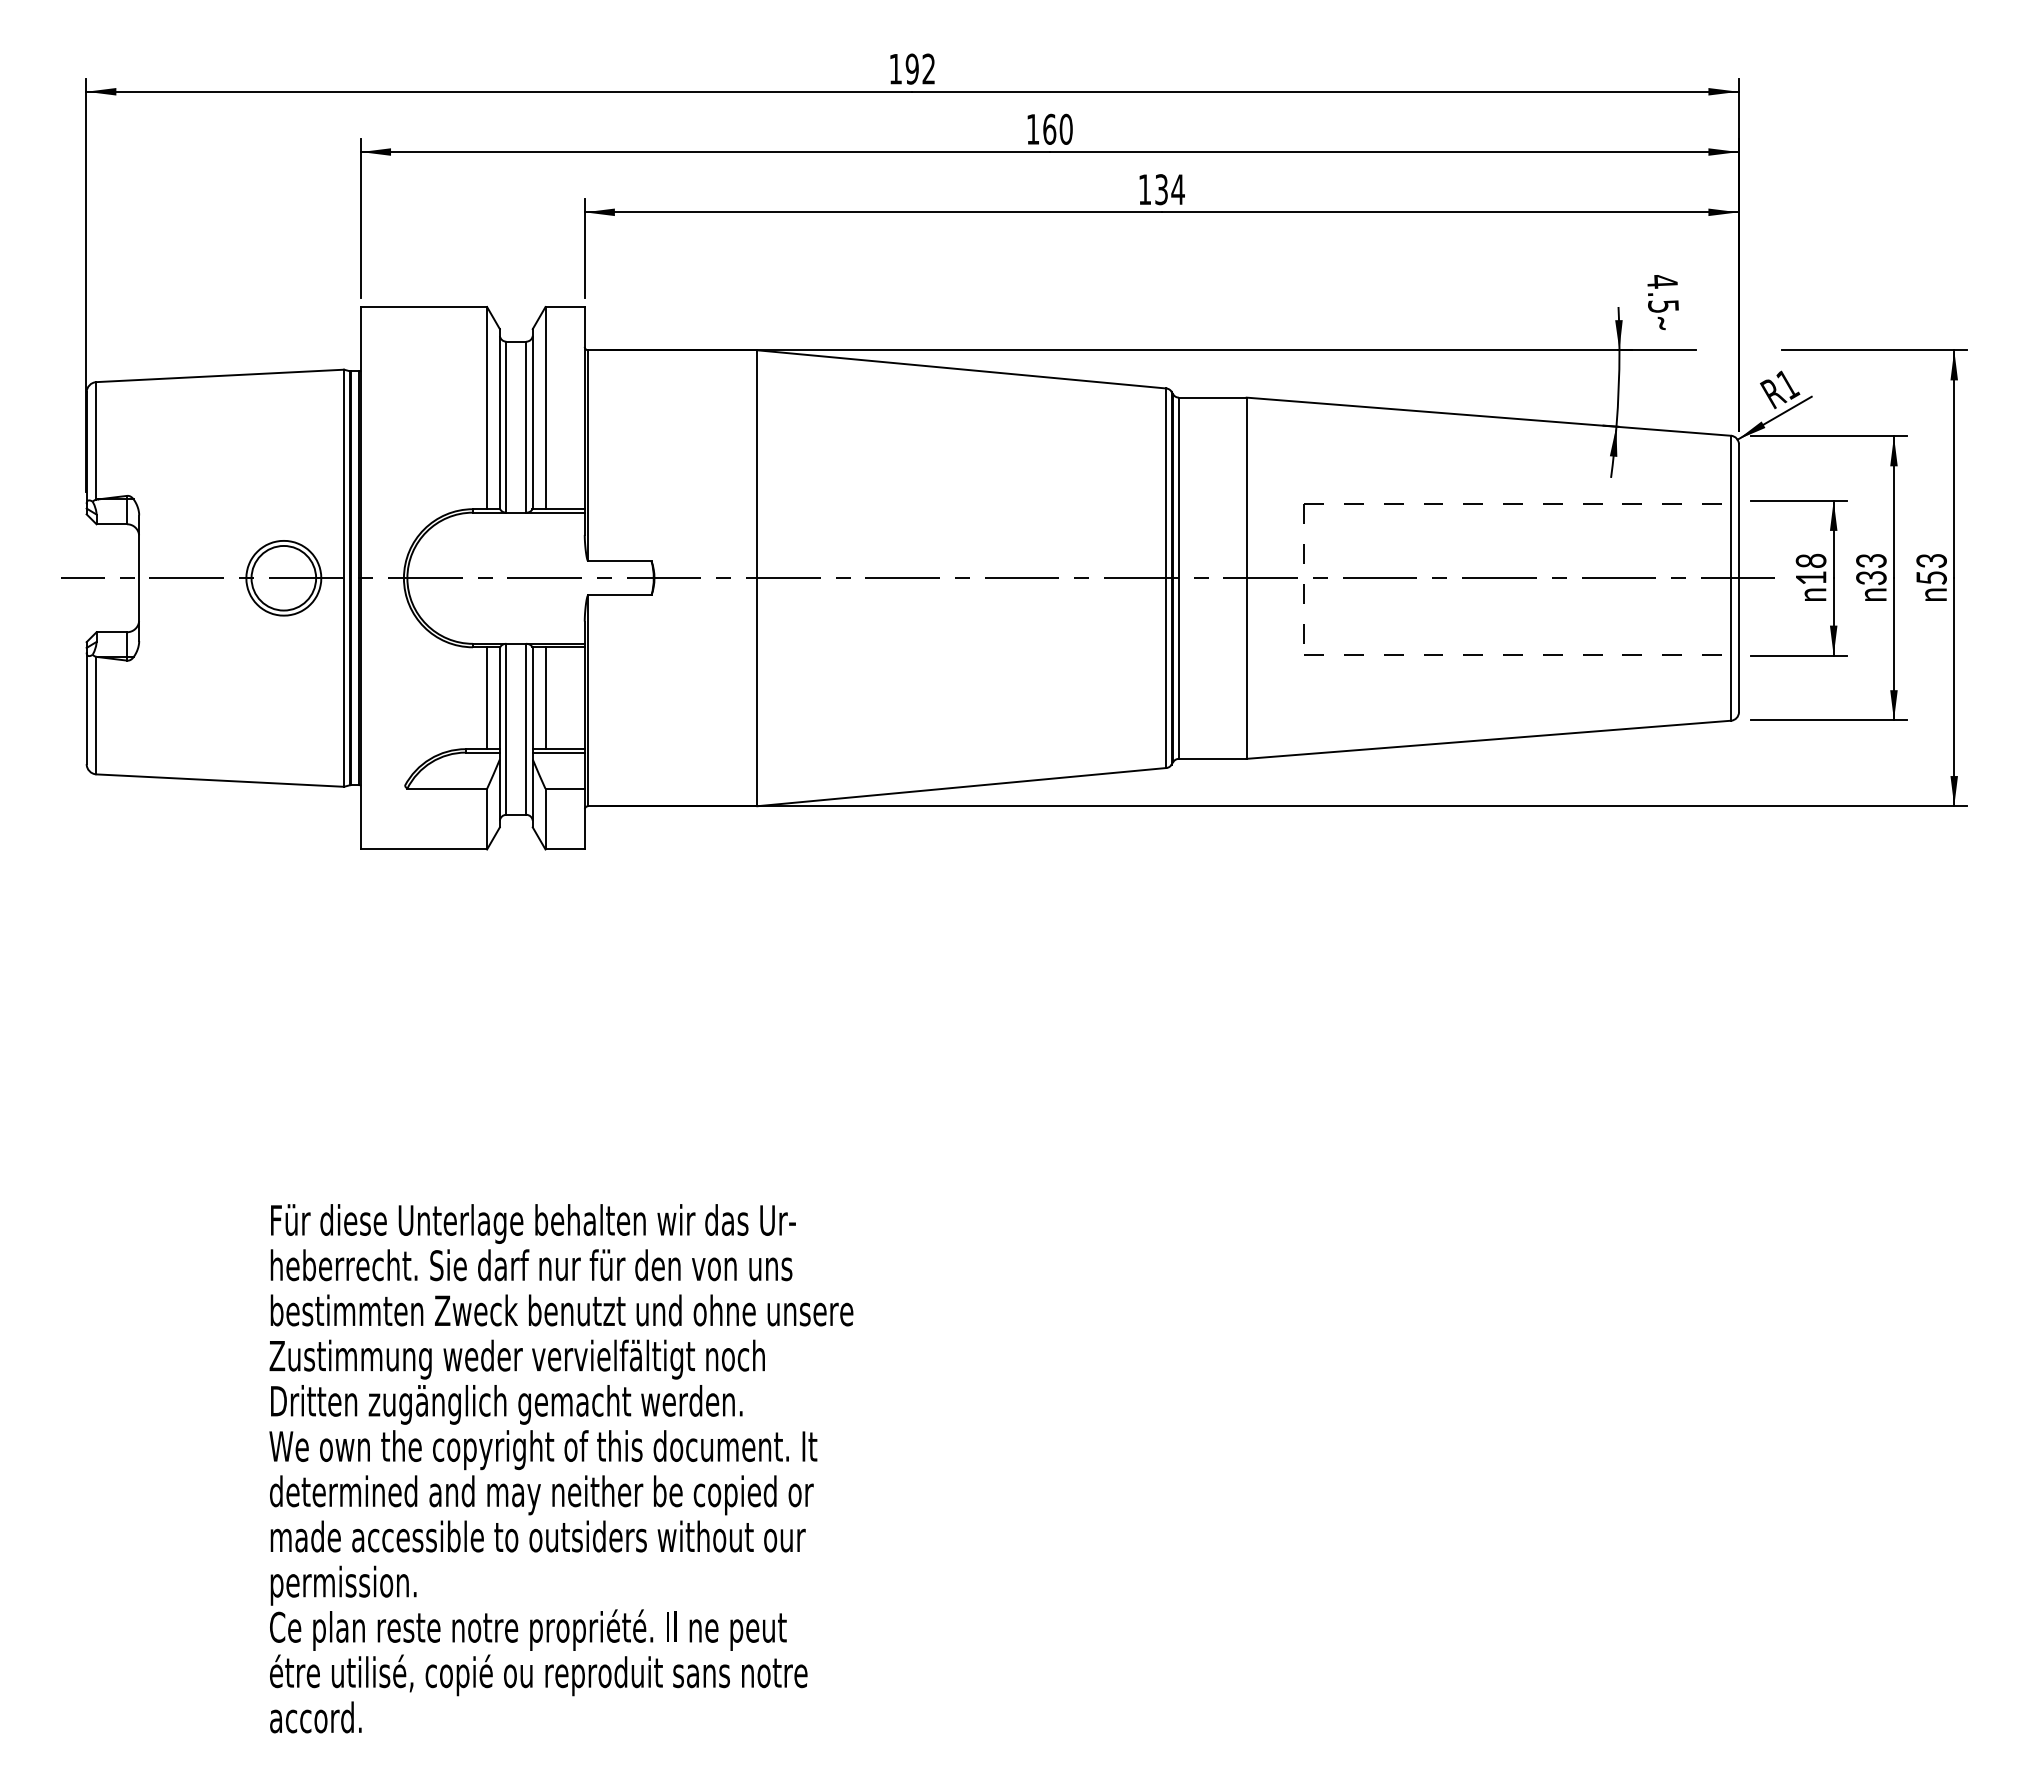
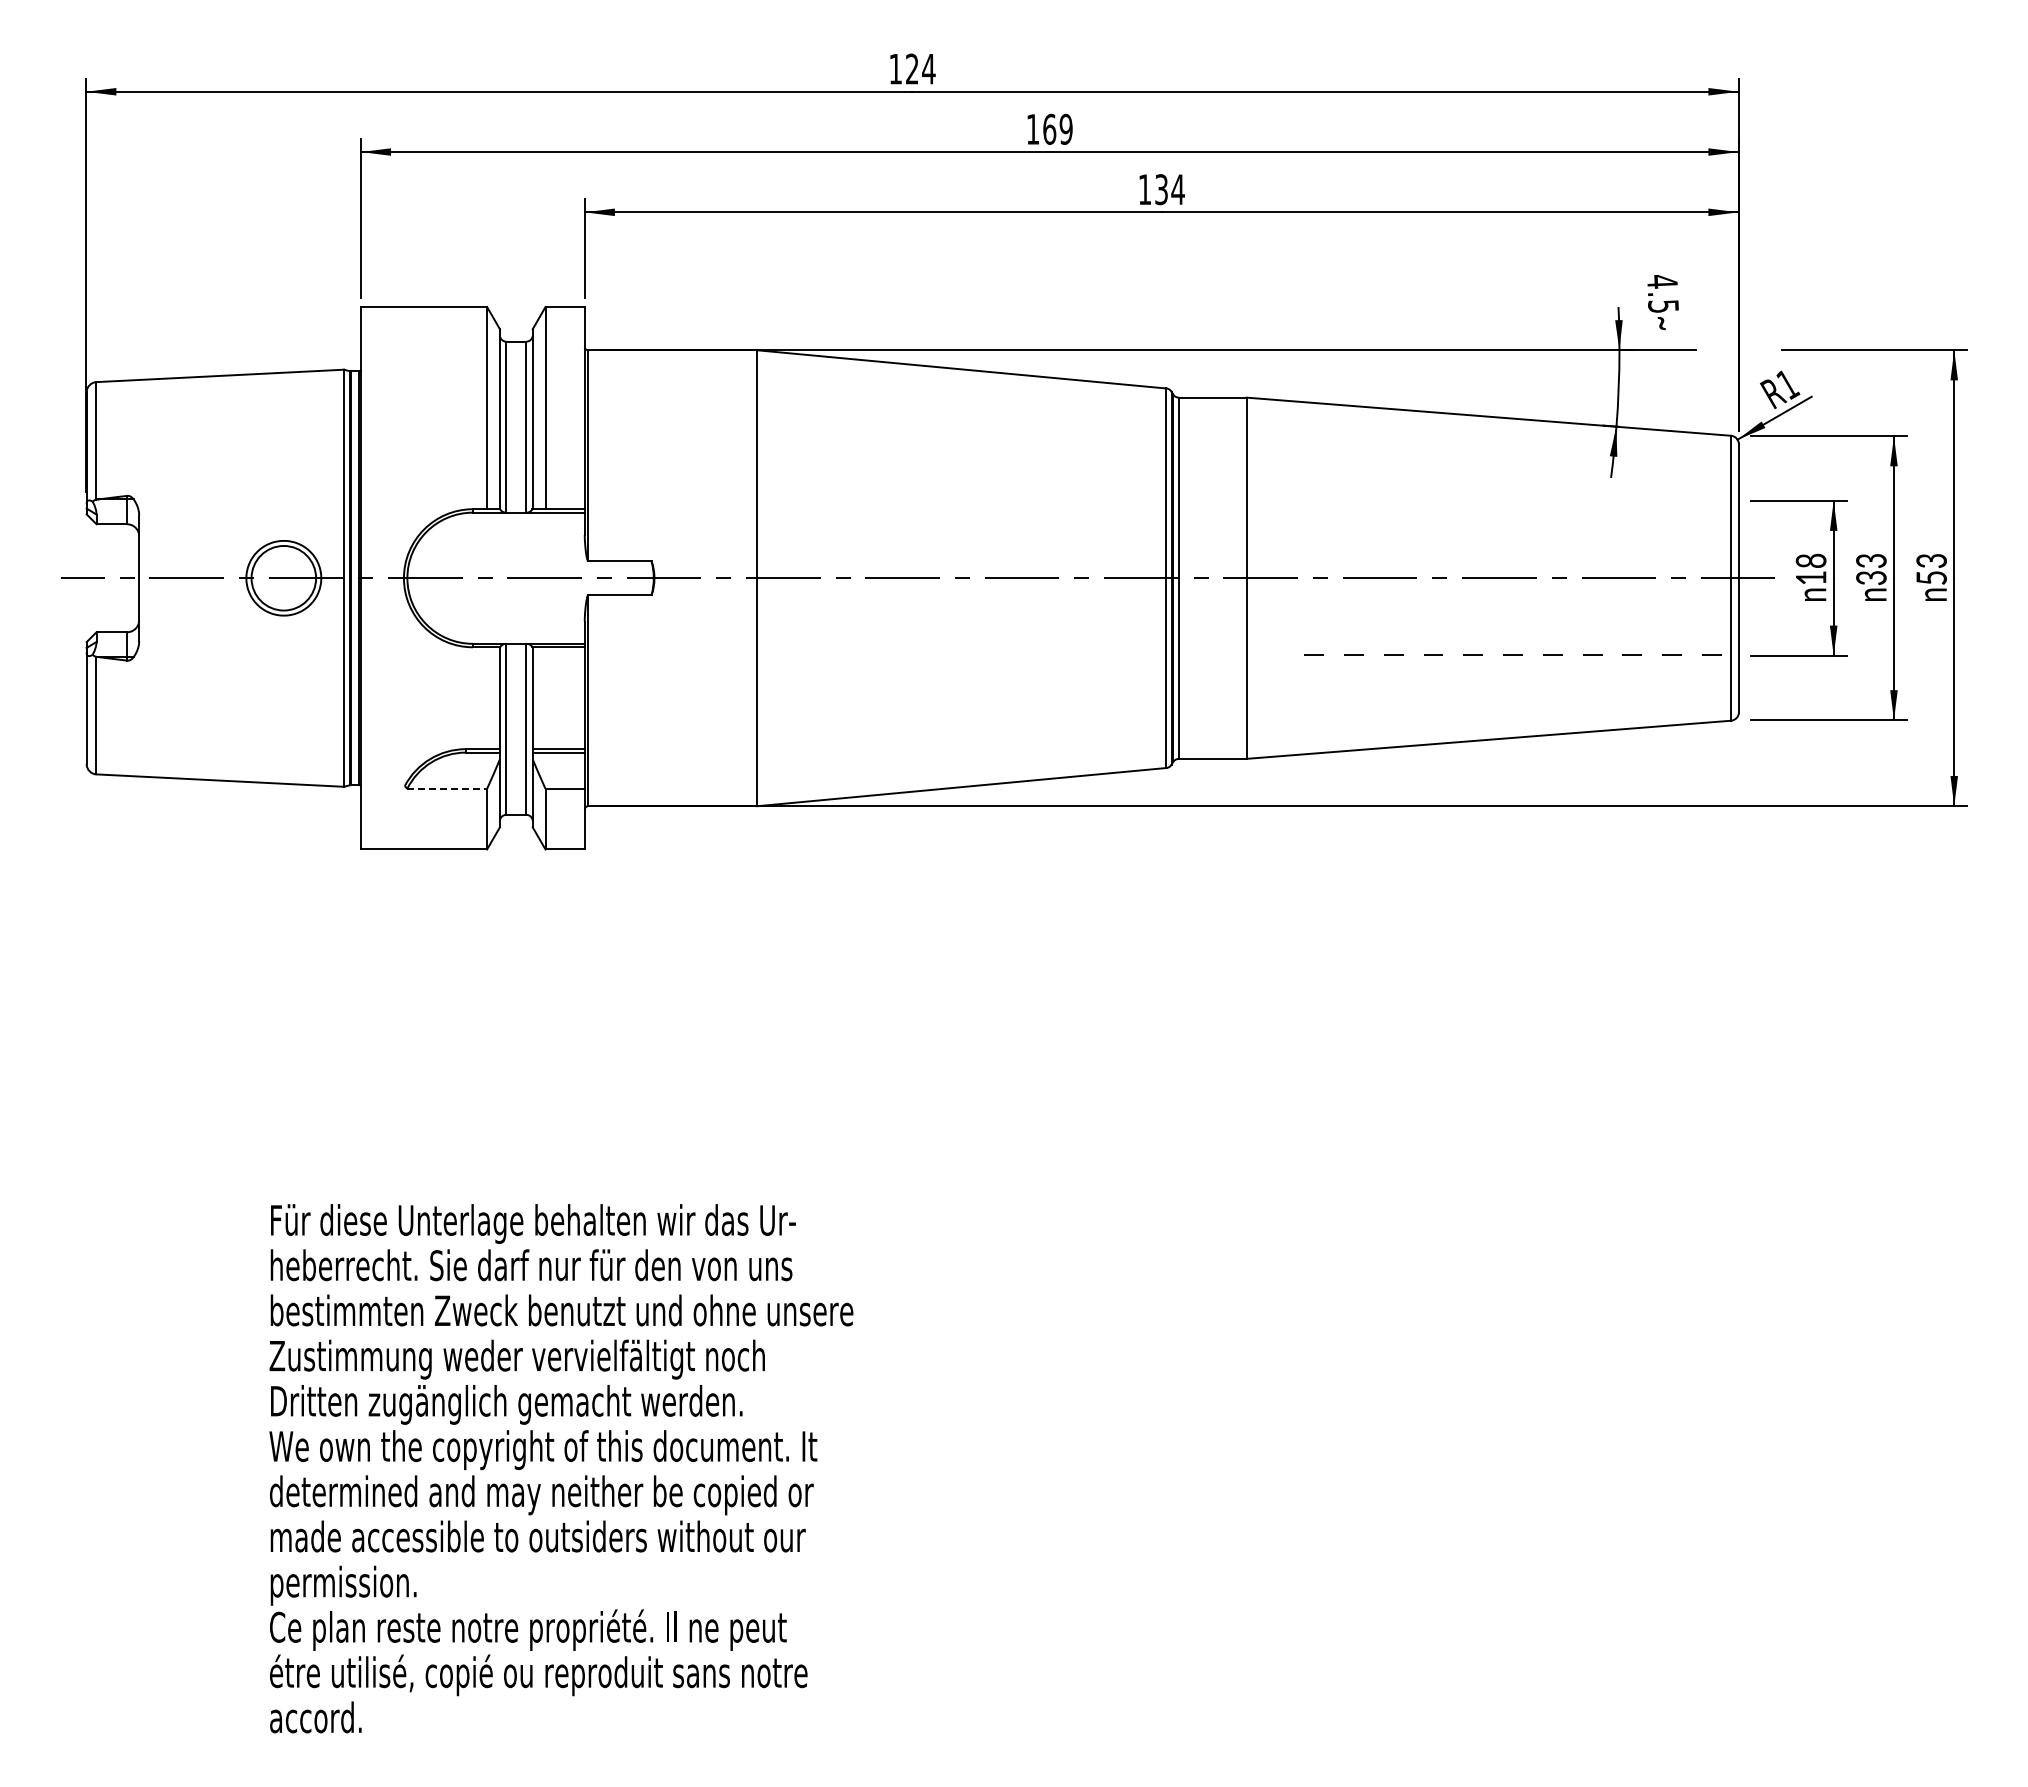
text at (920, 68): 192 -> 124
text at (1065, 129): 160 -> 169
part at (1512, 504): present -> none
line at (487, 698): present -> none
line at (545, 698): present -> none
line at (447, 788): solid -> dashed
